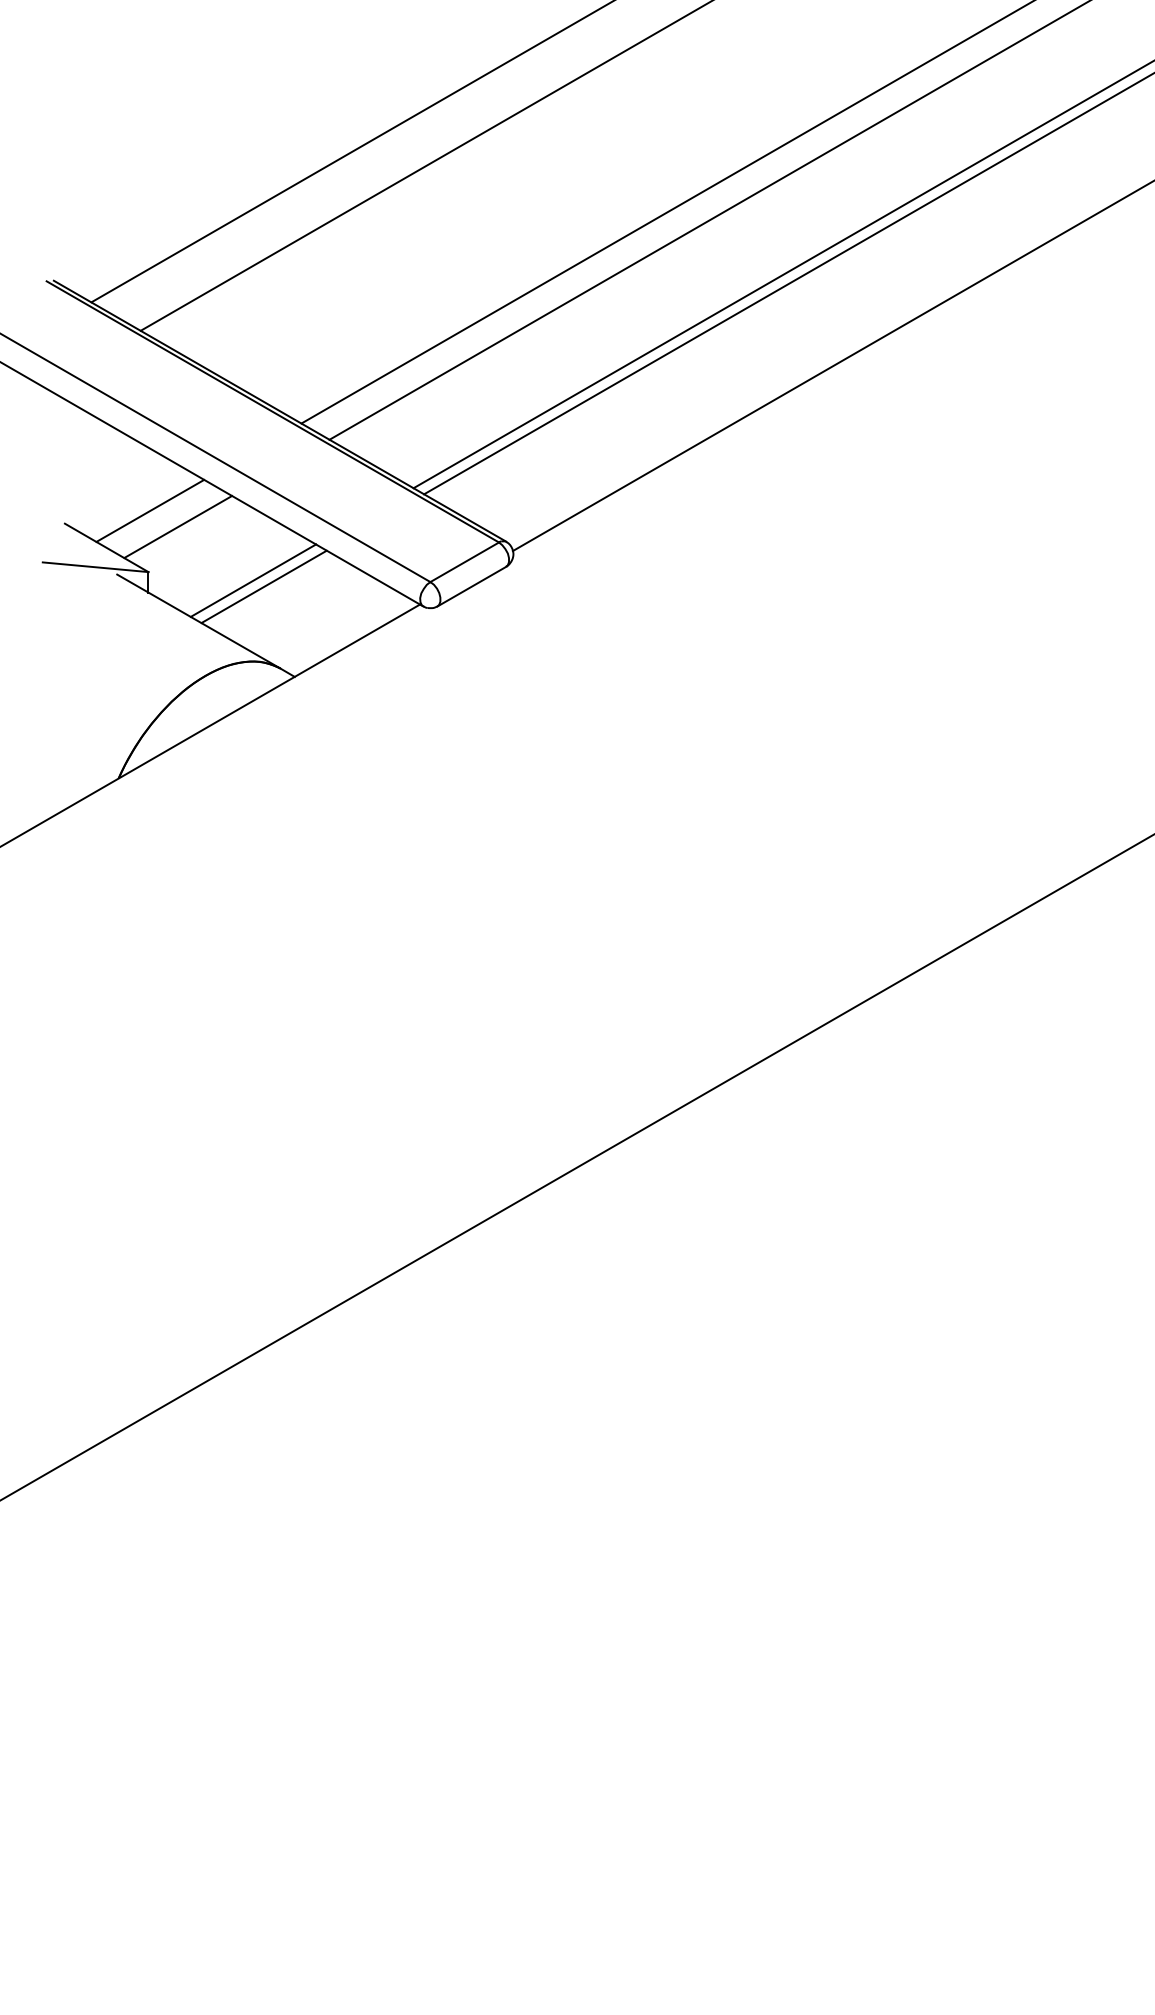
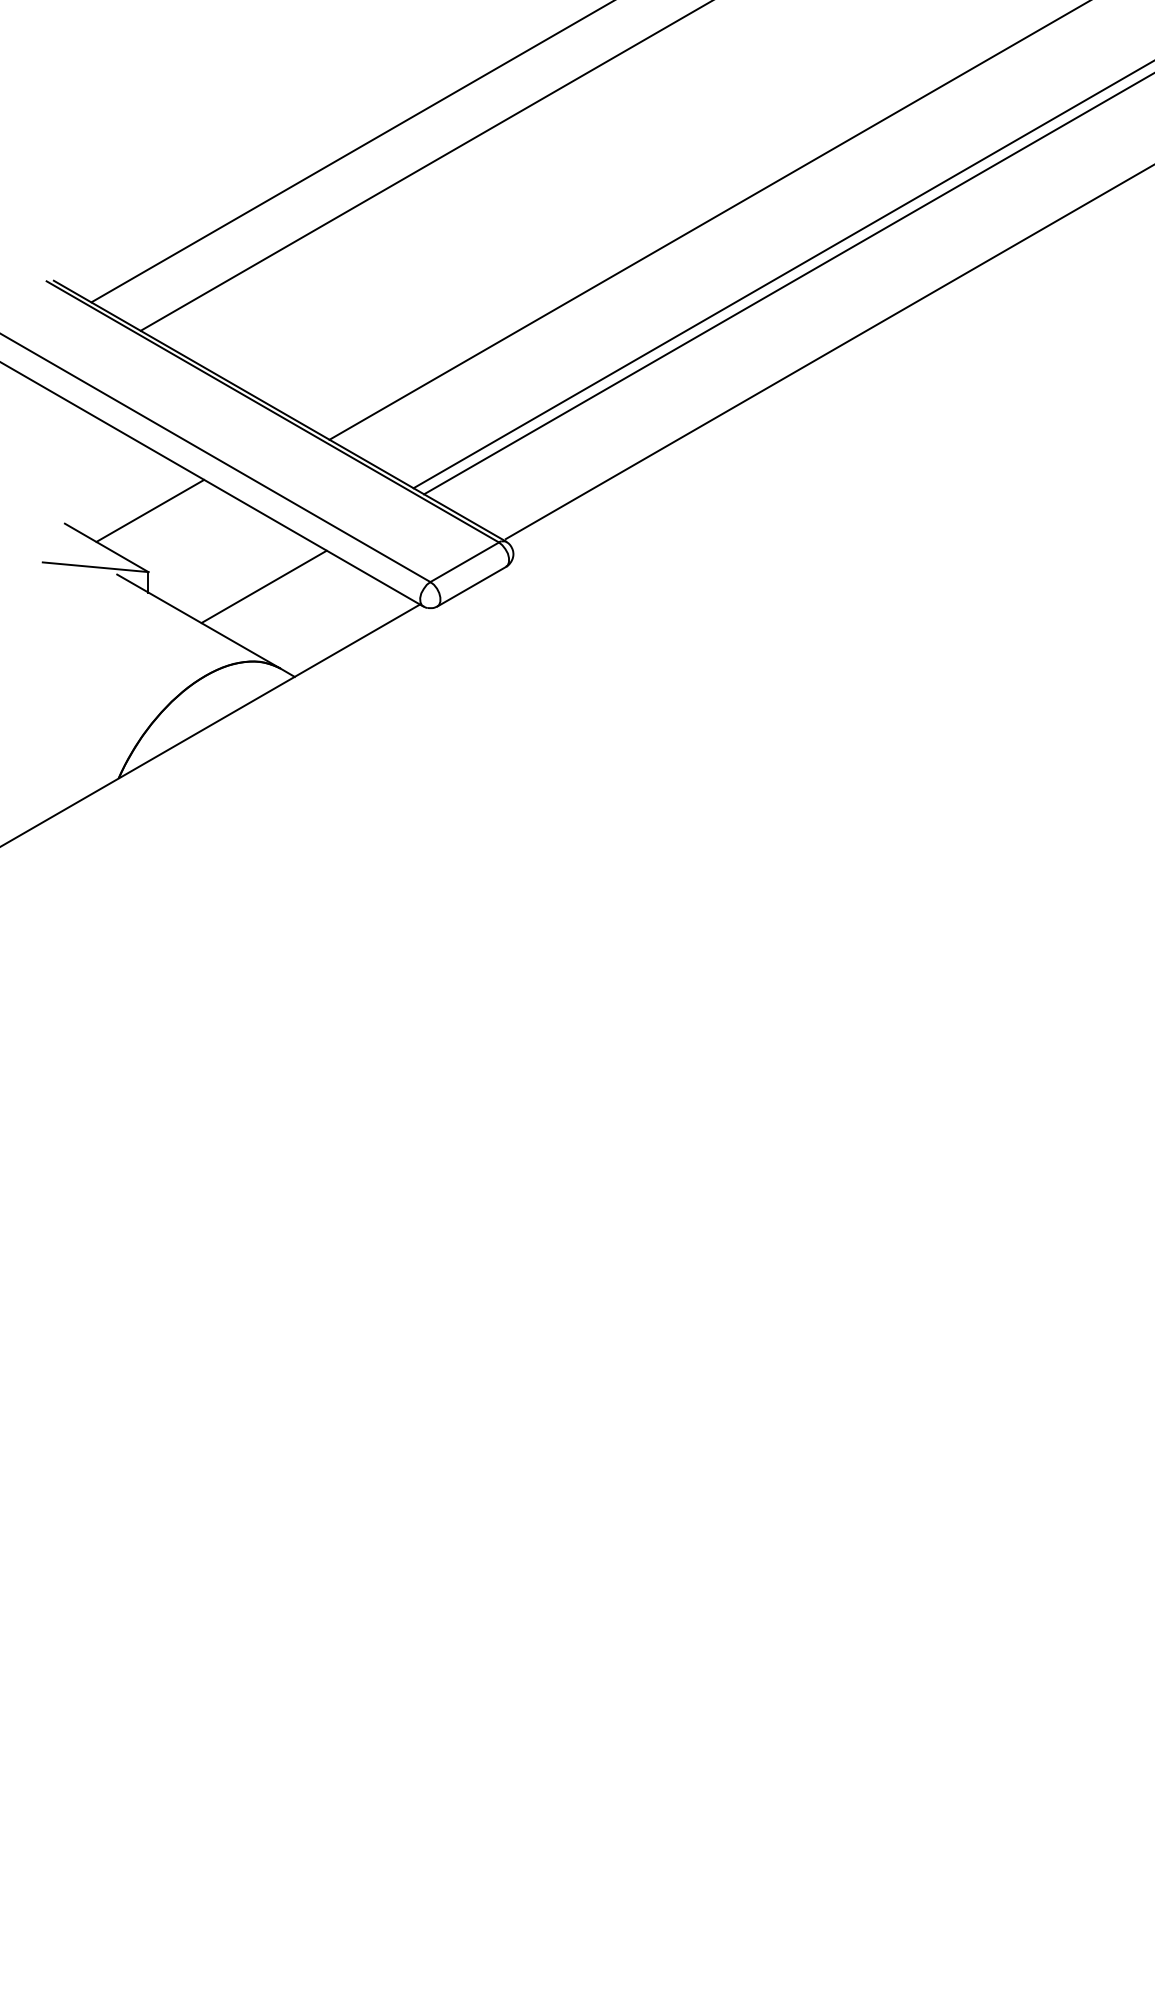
line at (666, 212): present -> none
line at (831, 366) position: (831, 366) -> (828, 352)
line at (178, 526): present -> none
line at (253, 580): present -> none
line at (576, 1167): present -> none
